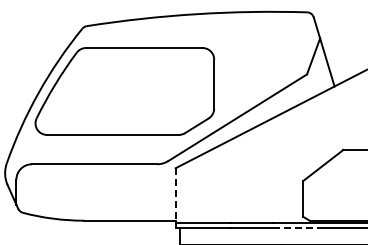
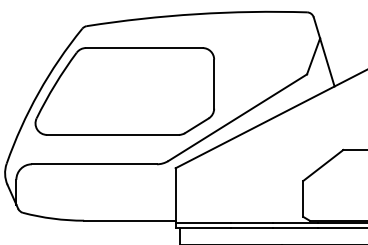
line at (175, 196): dashed -> solid
line at (296, 227): dashed -> solid
